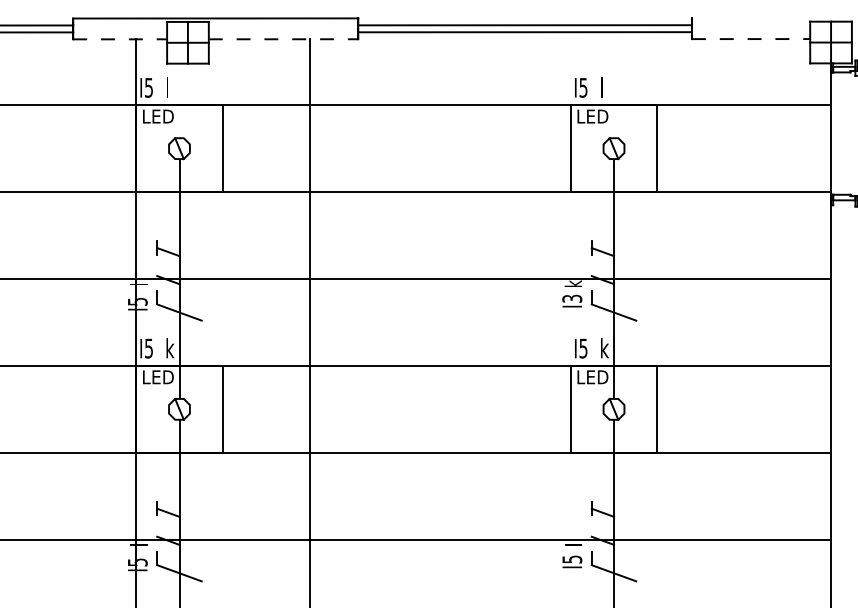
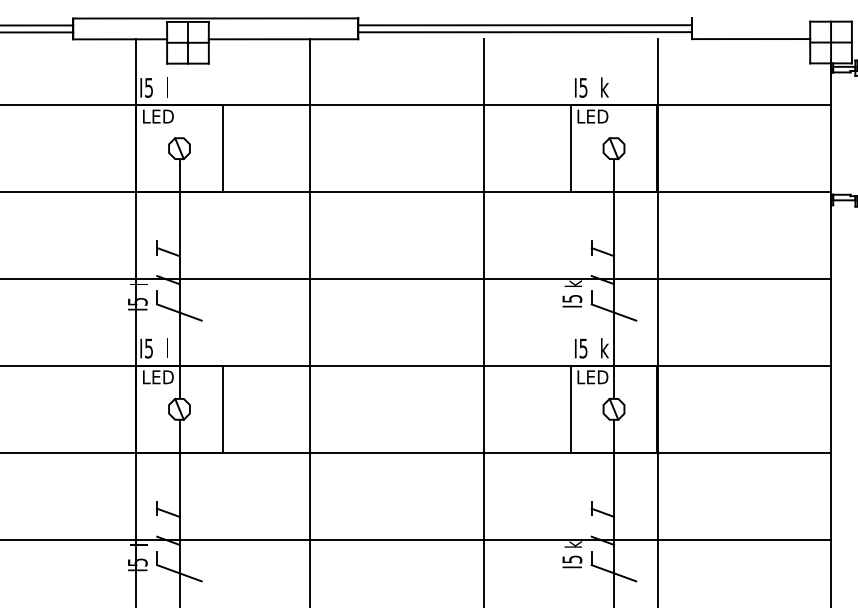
line at (120, 39): dashed -> solid
line at (283, 39): dashed -> solid
line at (751, 39): dashed -> solid
text at (604, 87): l -> k
text at (571, 298): I3 -> I5
line at (483, 321): none -> present
line at (657, 321): none -> present
text at (170, 348): k -> l
text at (572, 544): l -> k
